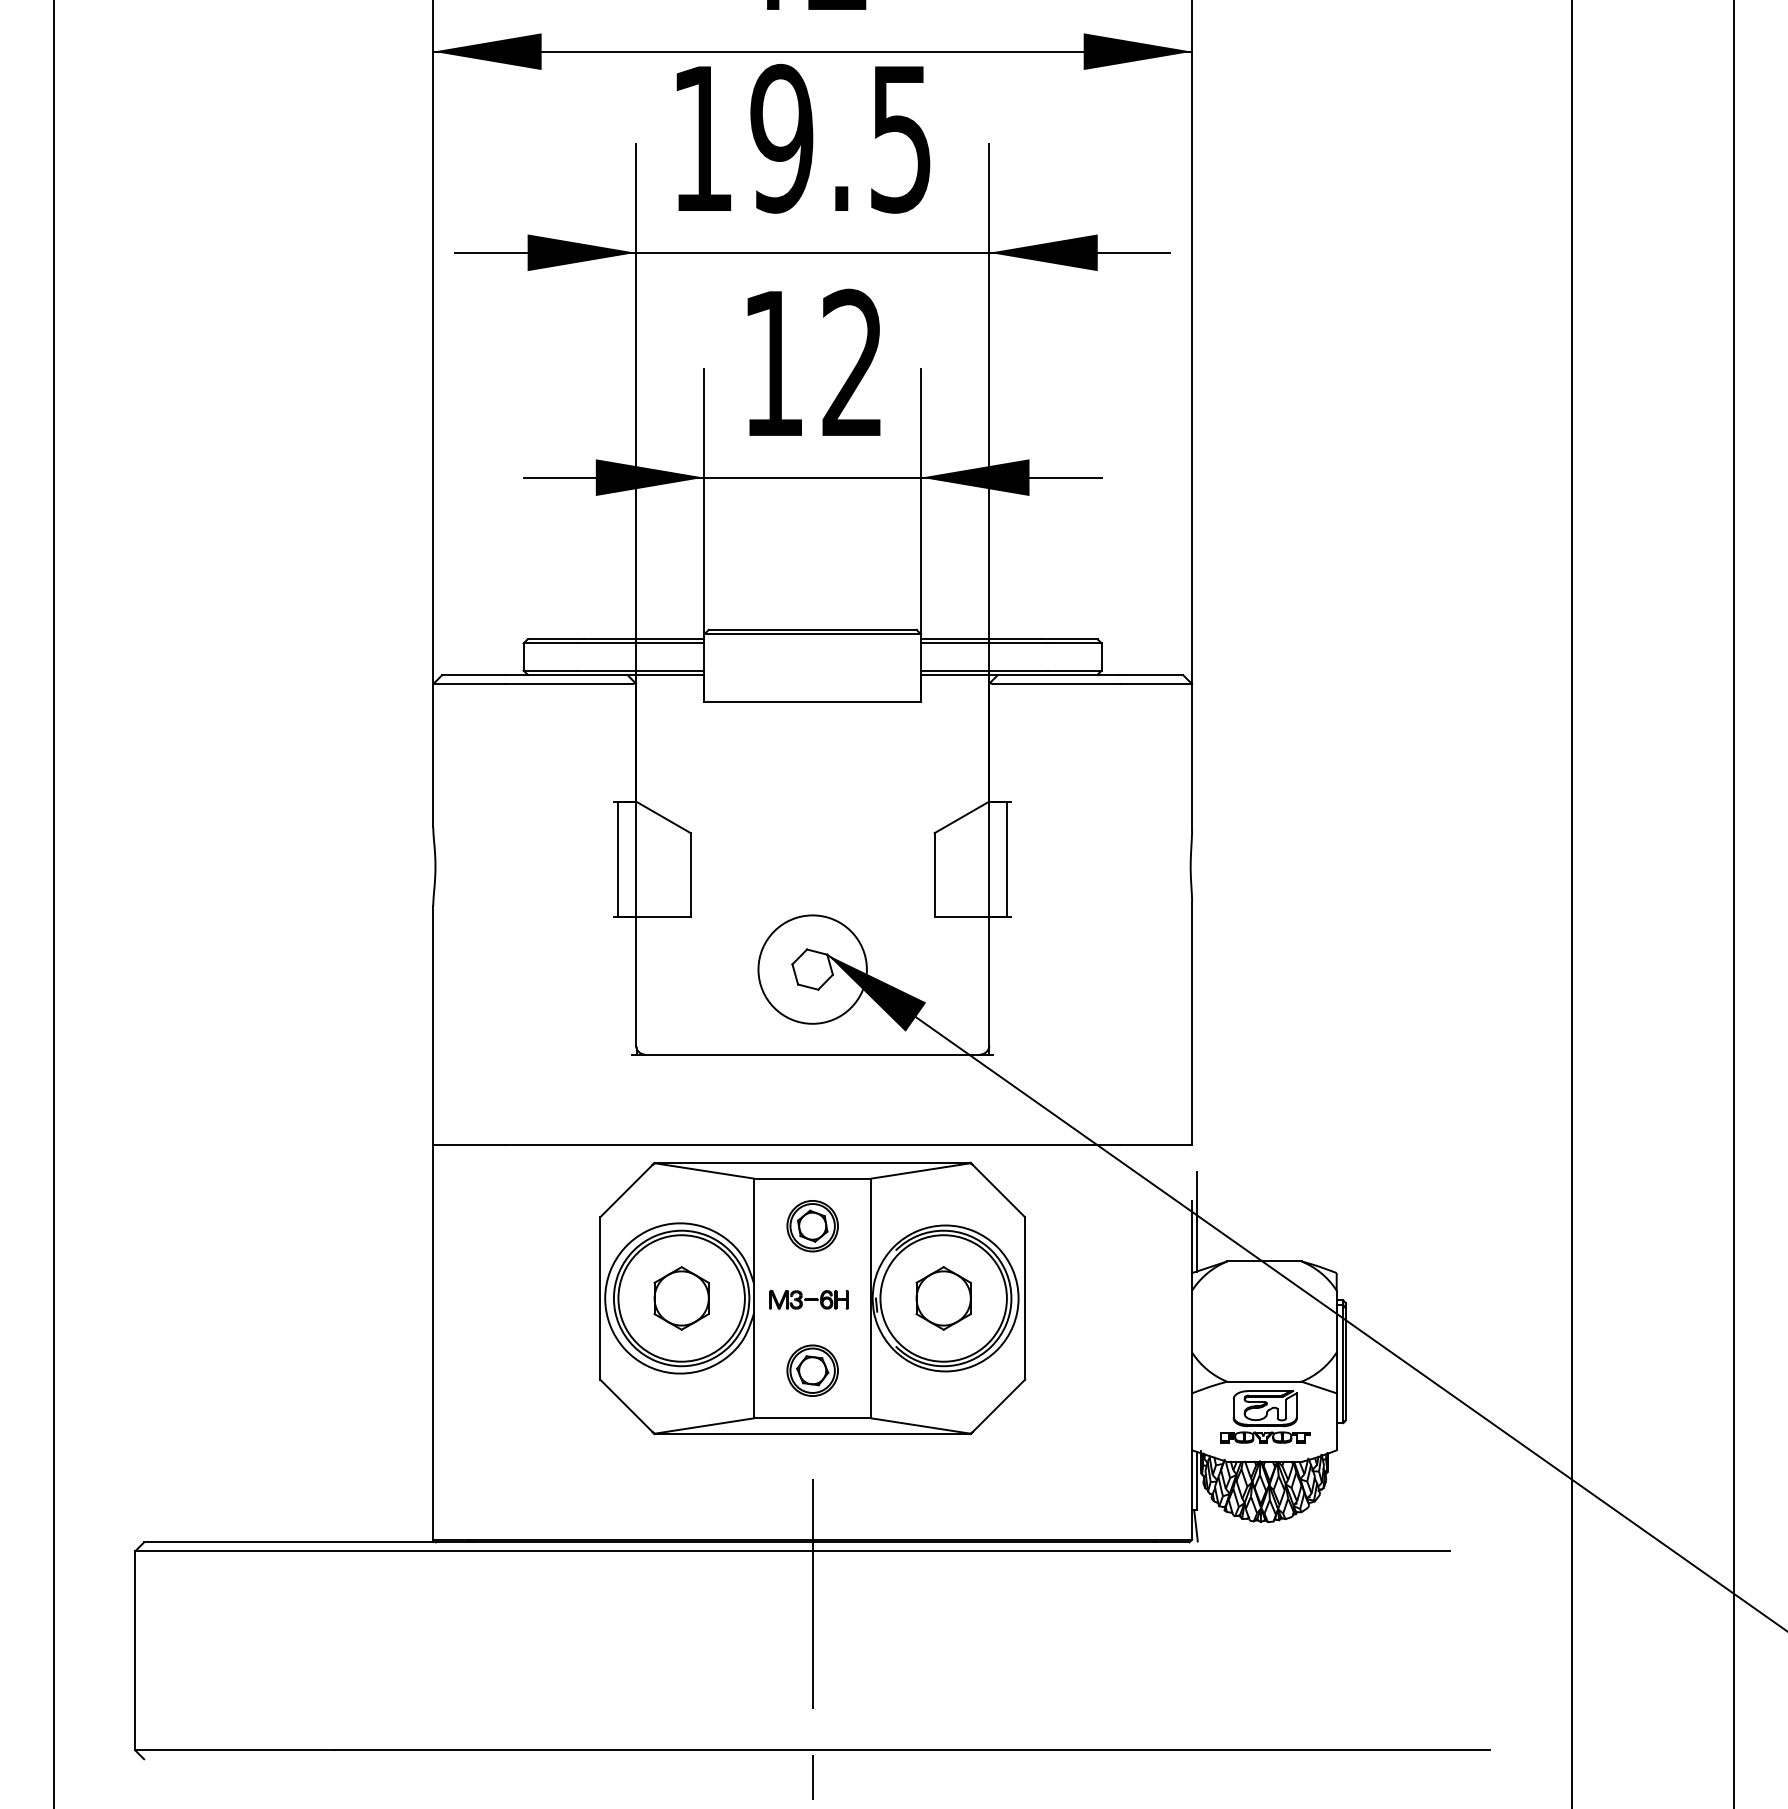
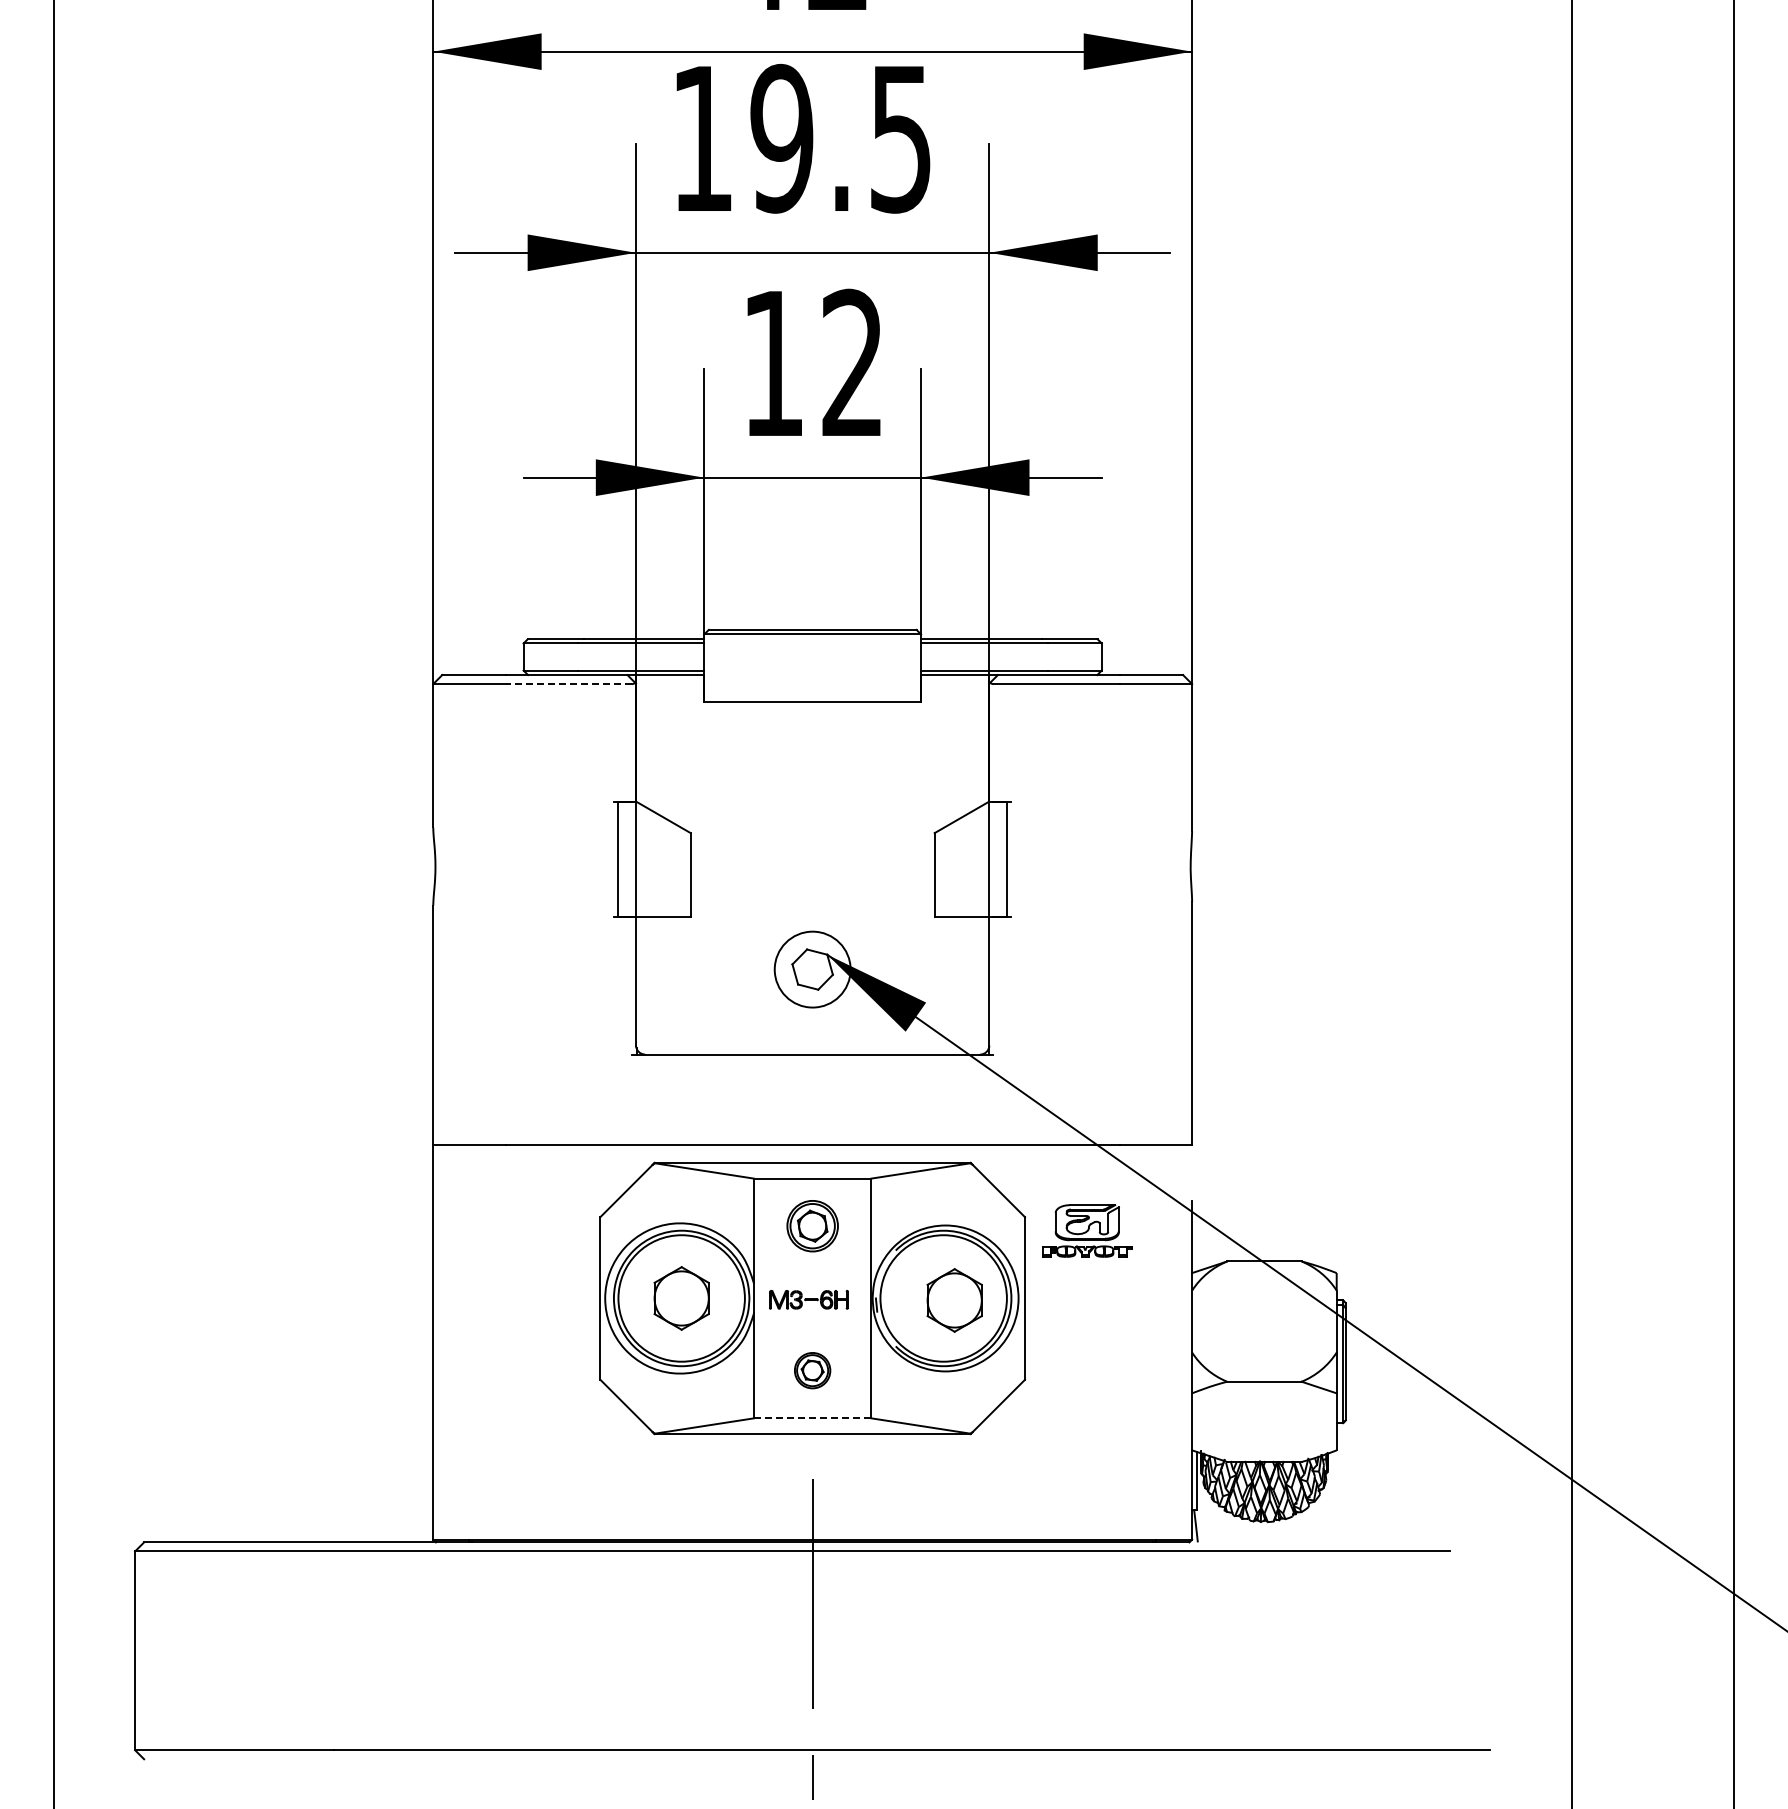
line at (568, 684): solid -> dashed
circle at (812, 969) diameter: 108 px -> 76 px
line at (1196, 1221): present -> none
part at (943, 1298) position: (943, 1298) -> (954, 1300)
part at (812, 1370) size: 53x53 px -> 38x38 px
part at (1265, 1416) position: (1265, 1416) -> (1087, 1230)
line at (812, 1418): solid -> dashed
